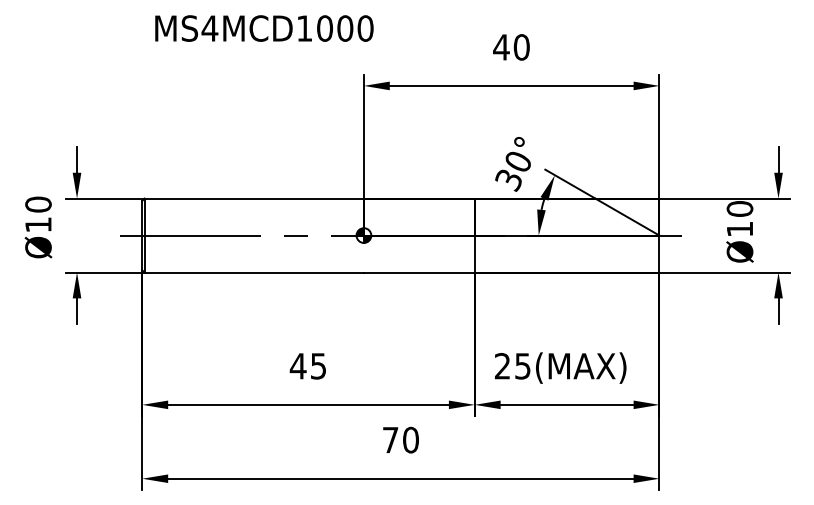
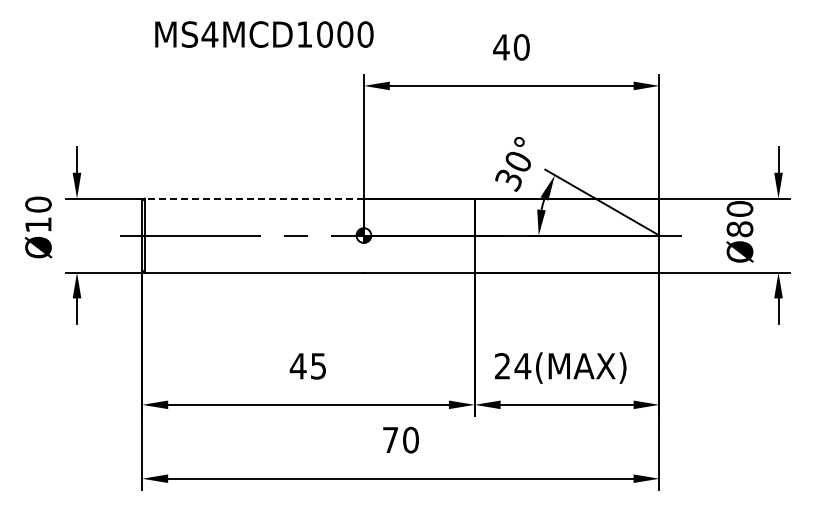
text at (264, 28) position: (264, 28) -> (264, 34)
line at (254, 198): solid -> dashed
text at (739, 229): Ø10 -> Ø80
text at (522, 366): 25(MAX) -> 24(MAX)
